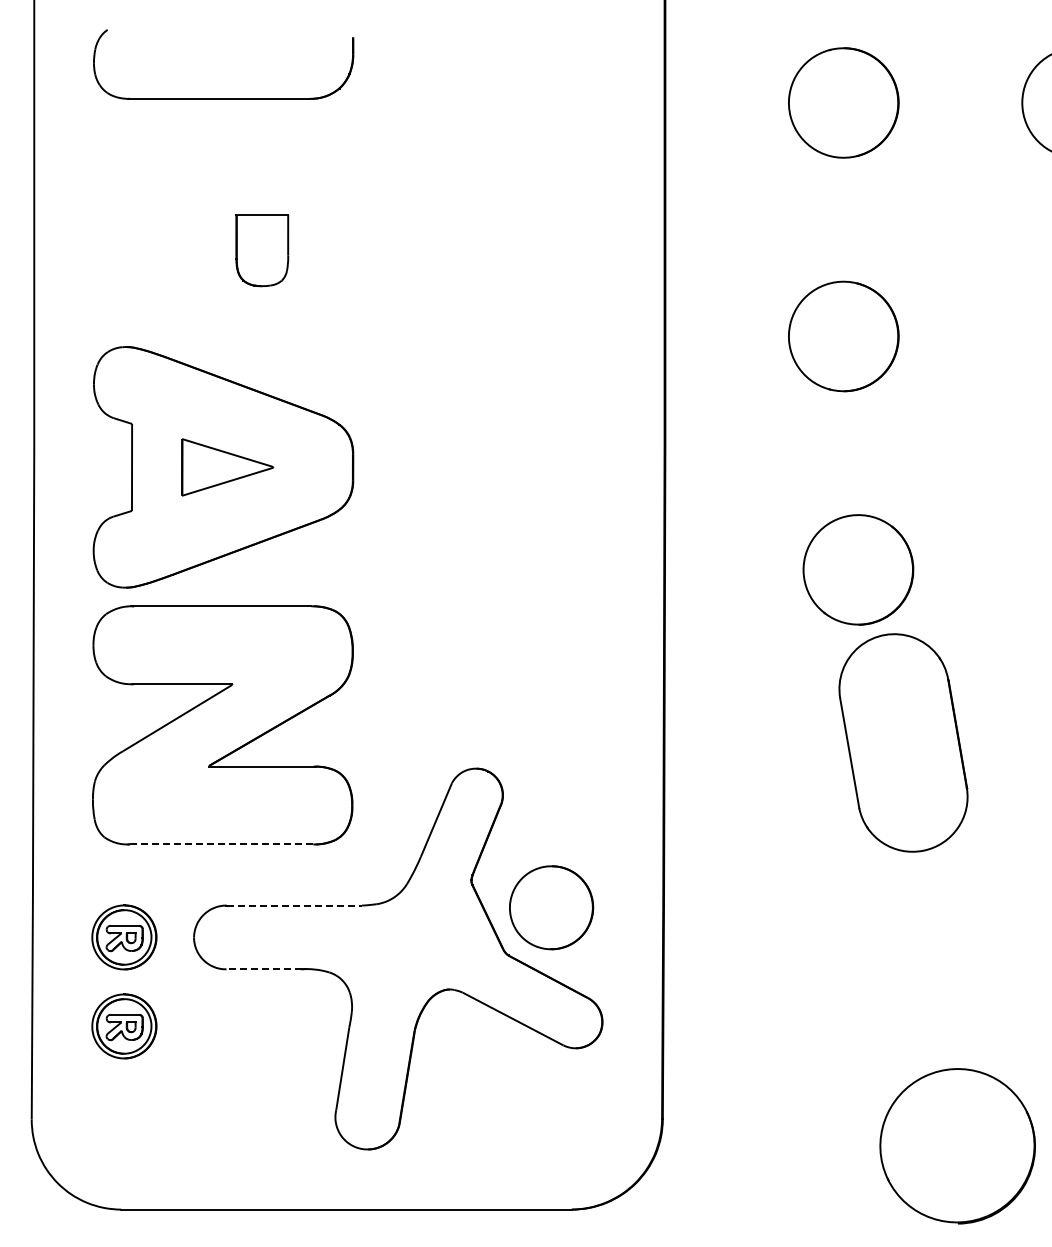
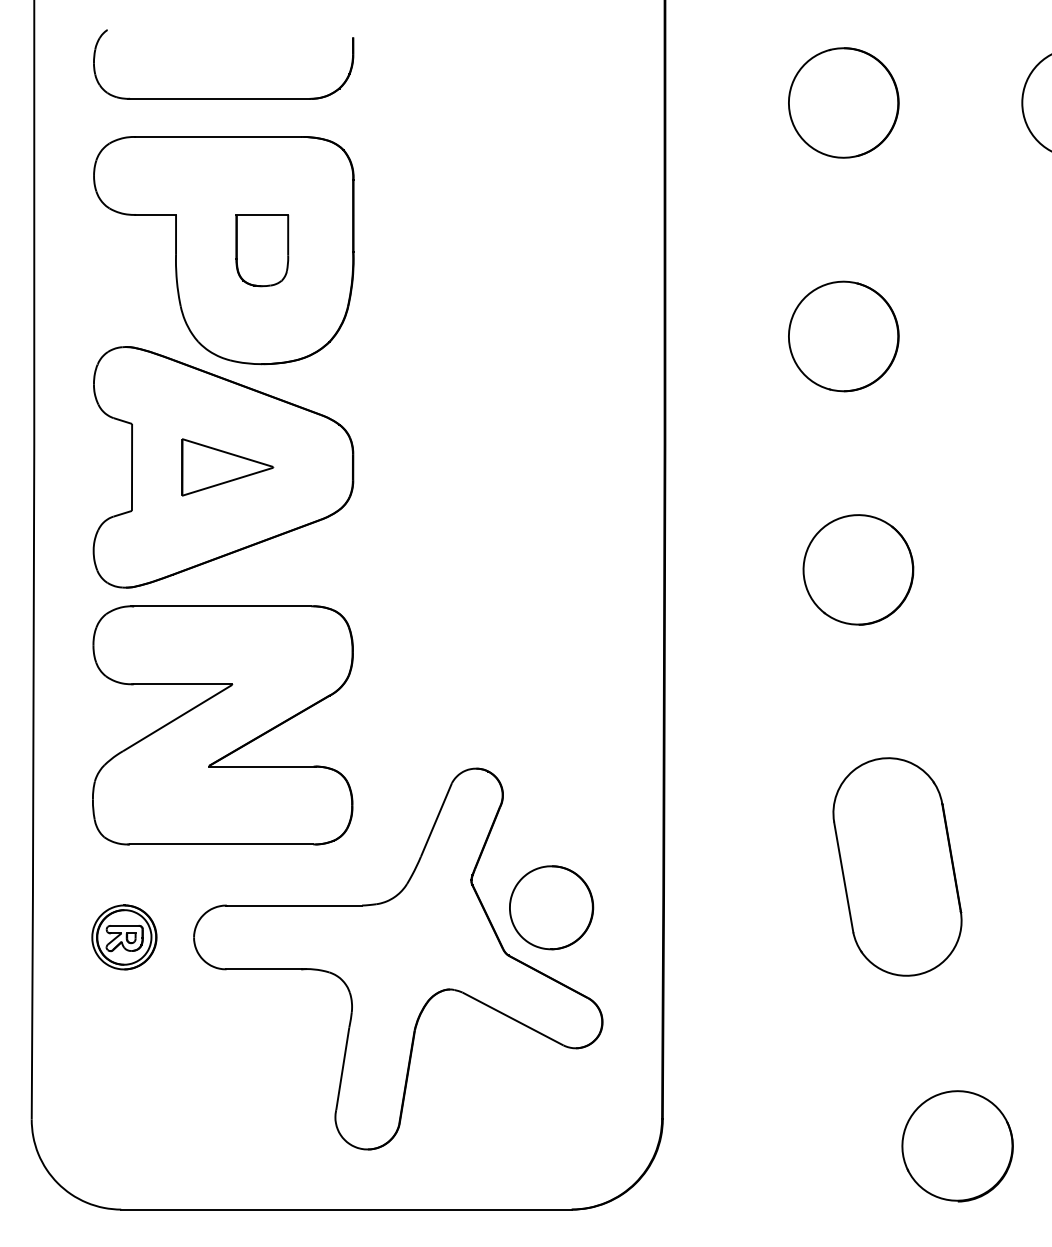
part at (223, 250): none -> present
part at (903, 742) position: (903, 742) -> (897, 866)
line at (221, 844): dashed -> solid
line at (294, 905): dashed -> solid
line at (263, 969): dashed -> solid
part at (124, 1026): present -> none
part at (957, 1146) size: 157x157 px -> 113x113 px
